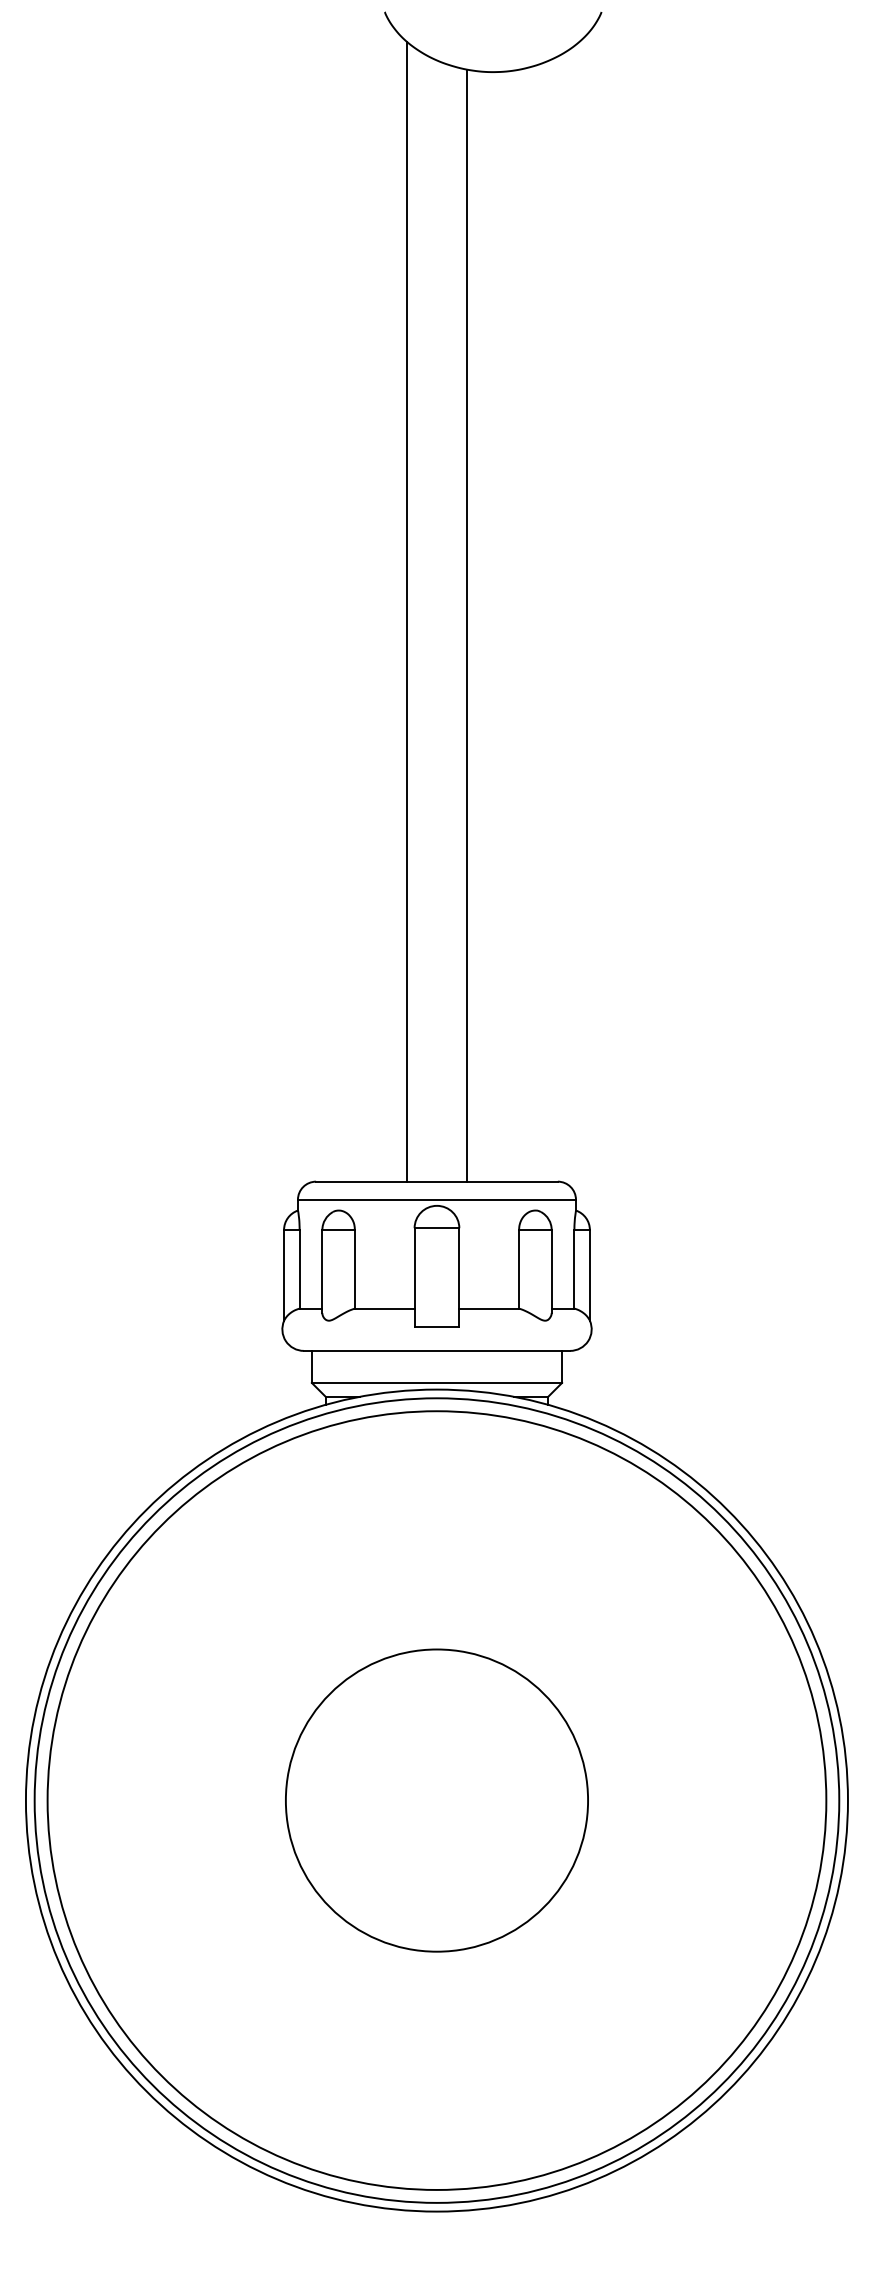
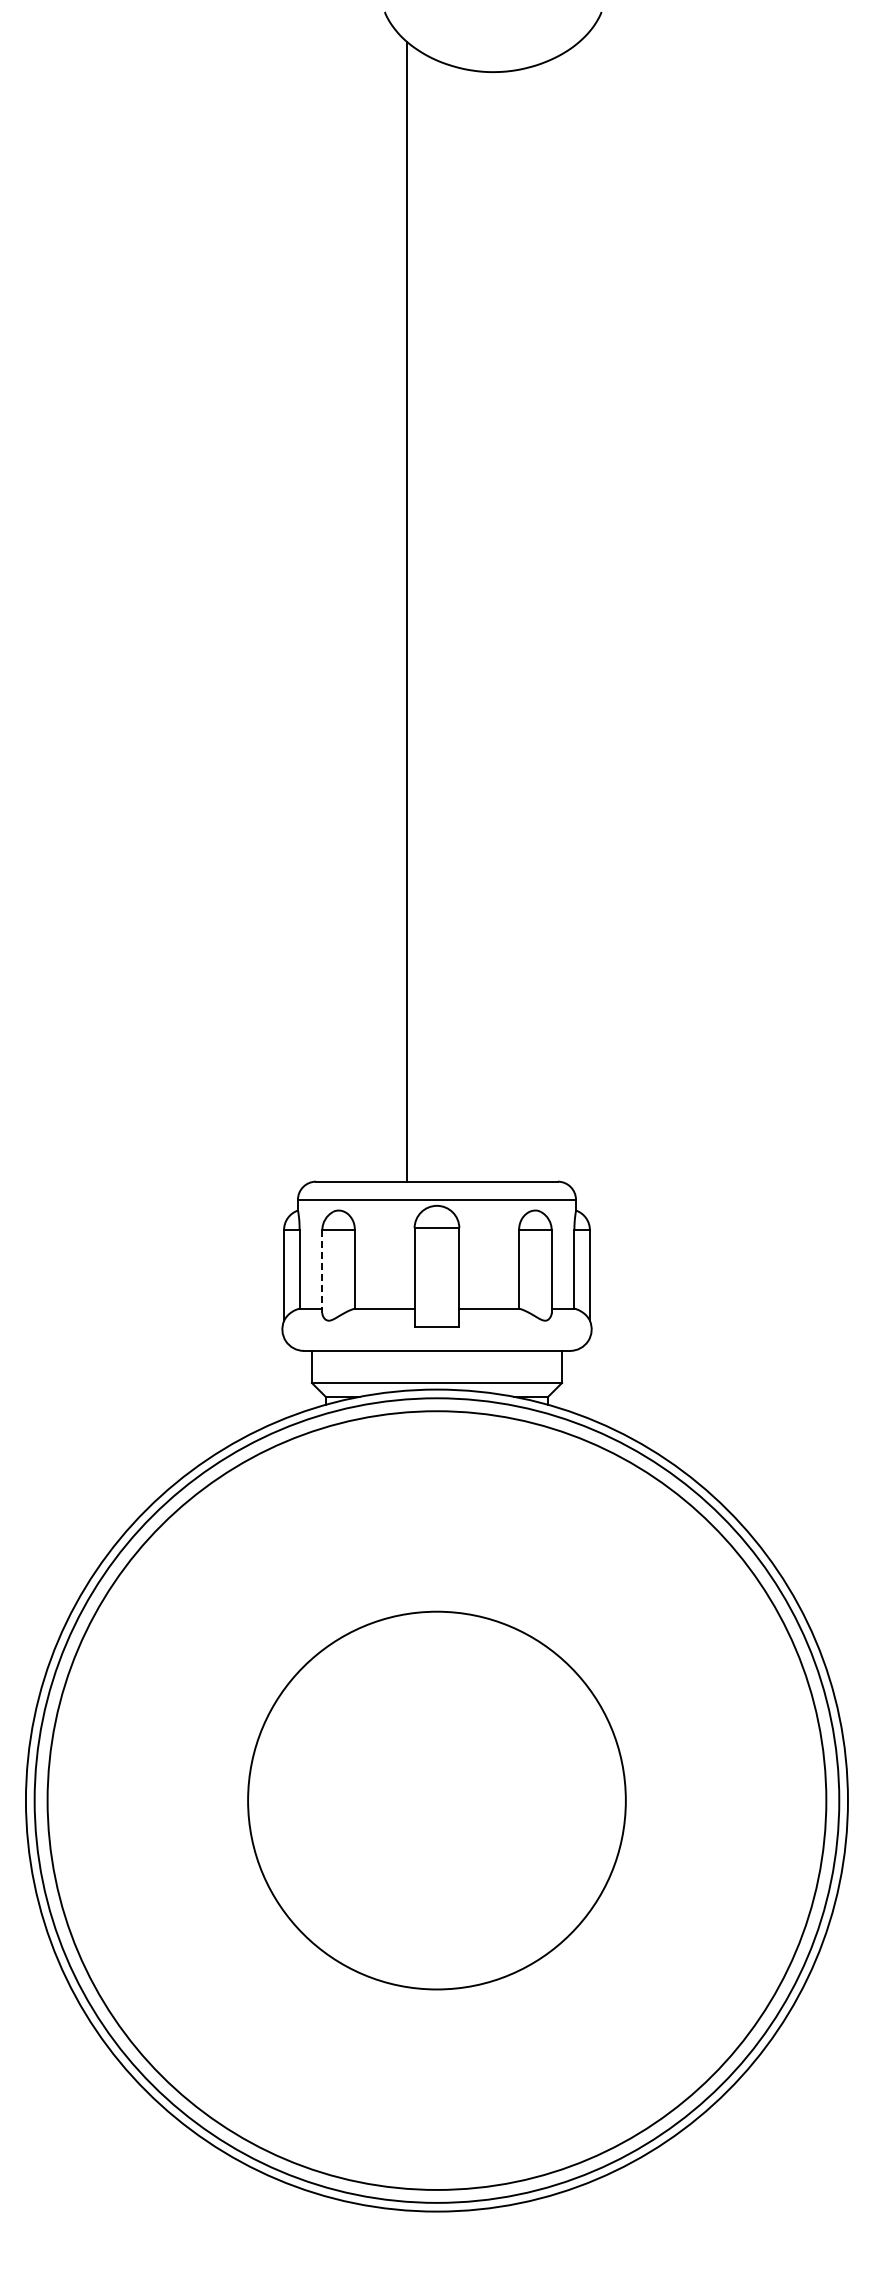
line at (467, 625): present -> none
line at (322, 1271): solid -> dashed
circle at (436, 1800) diameter: 302 px -> 378 px
